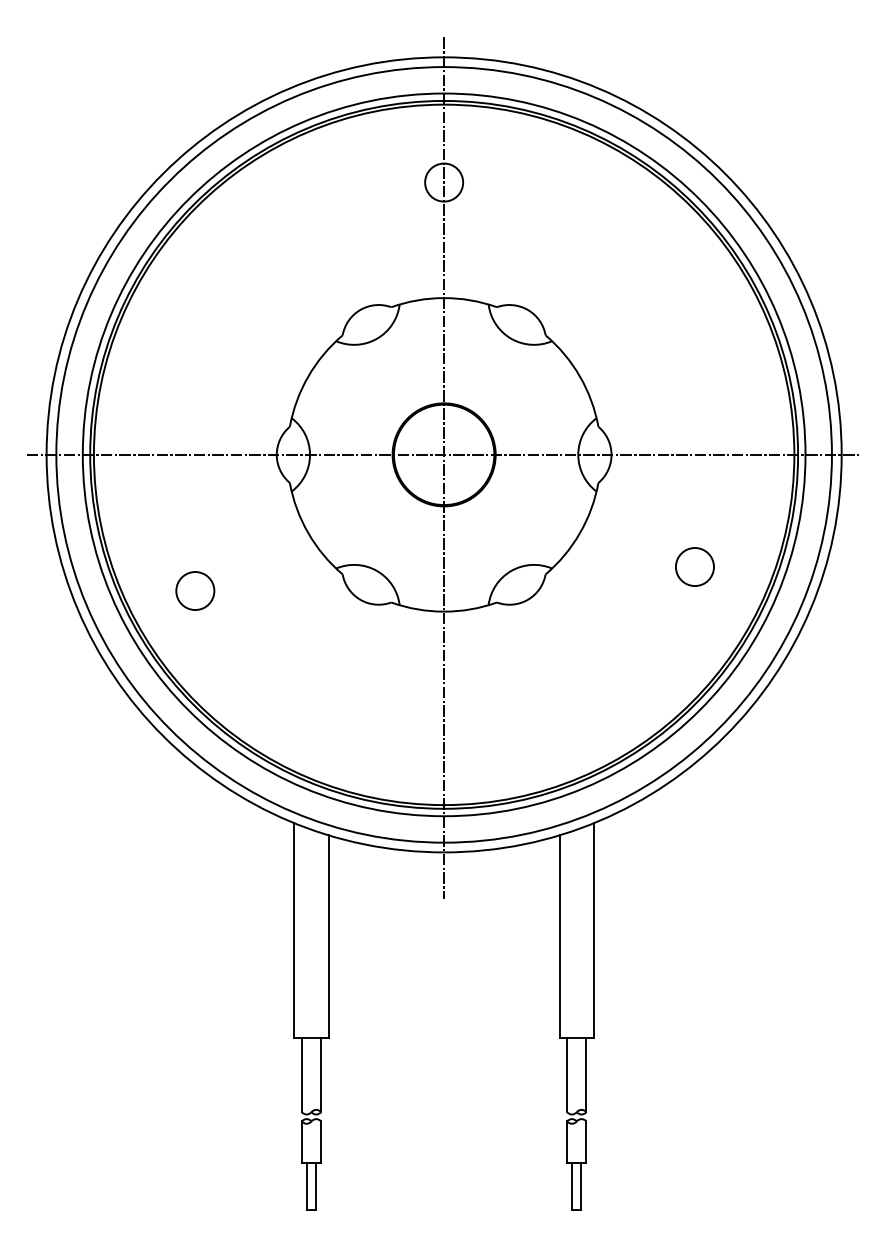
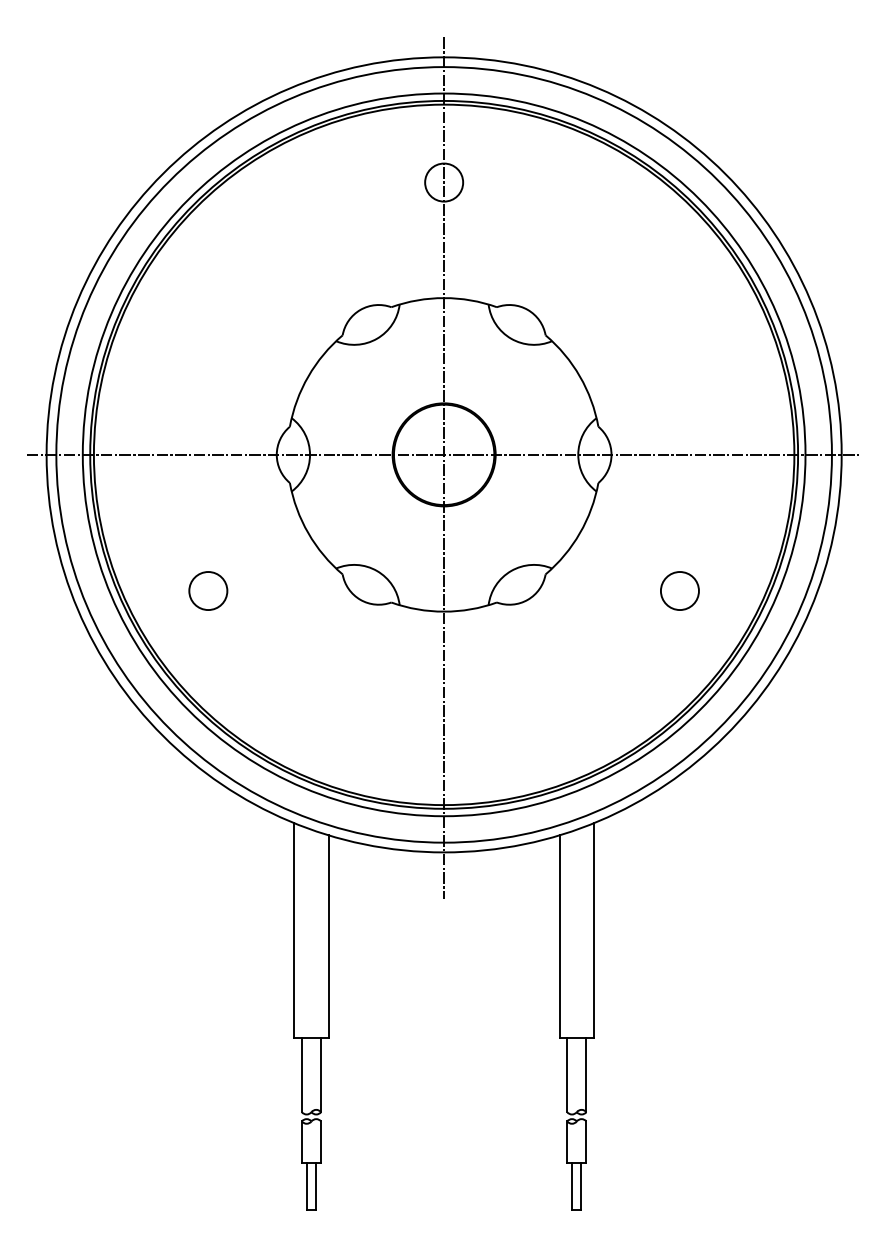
circle at (694, 566) position: (694, 566) -> (679, 590)
circle at (195, 590) position: (195, 590) -> (208, 590)
